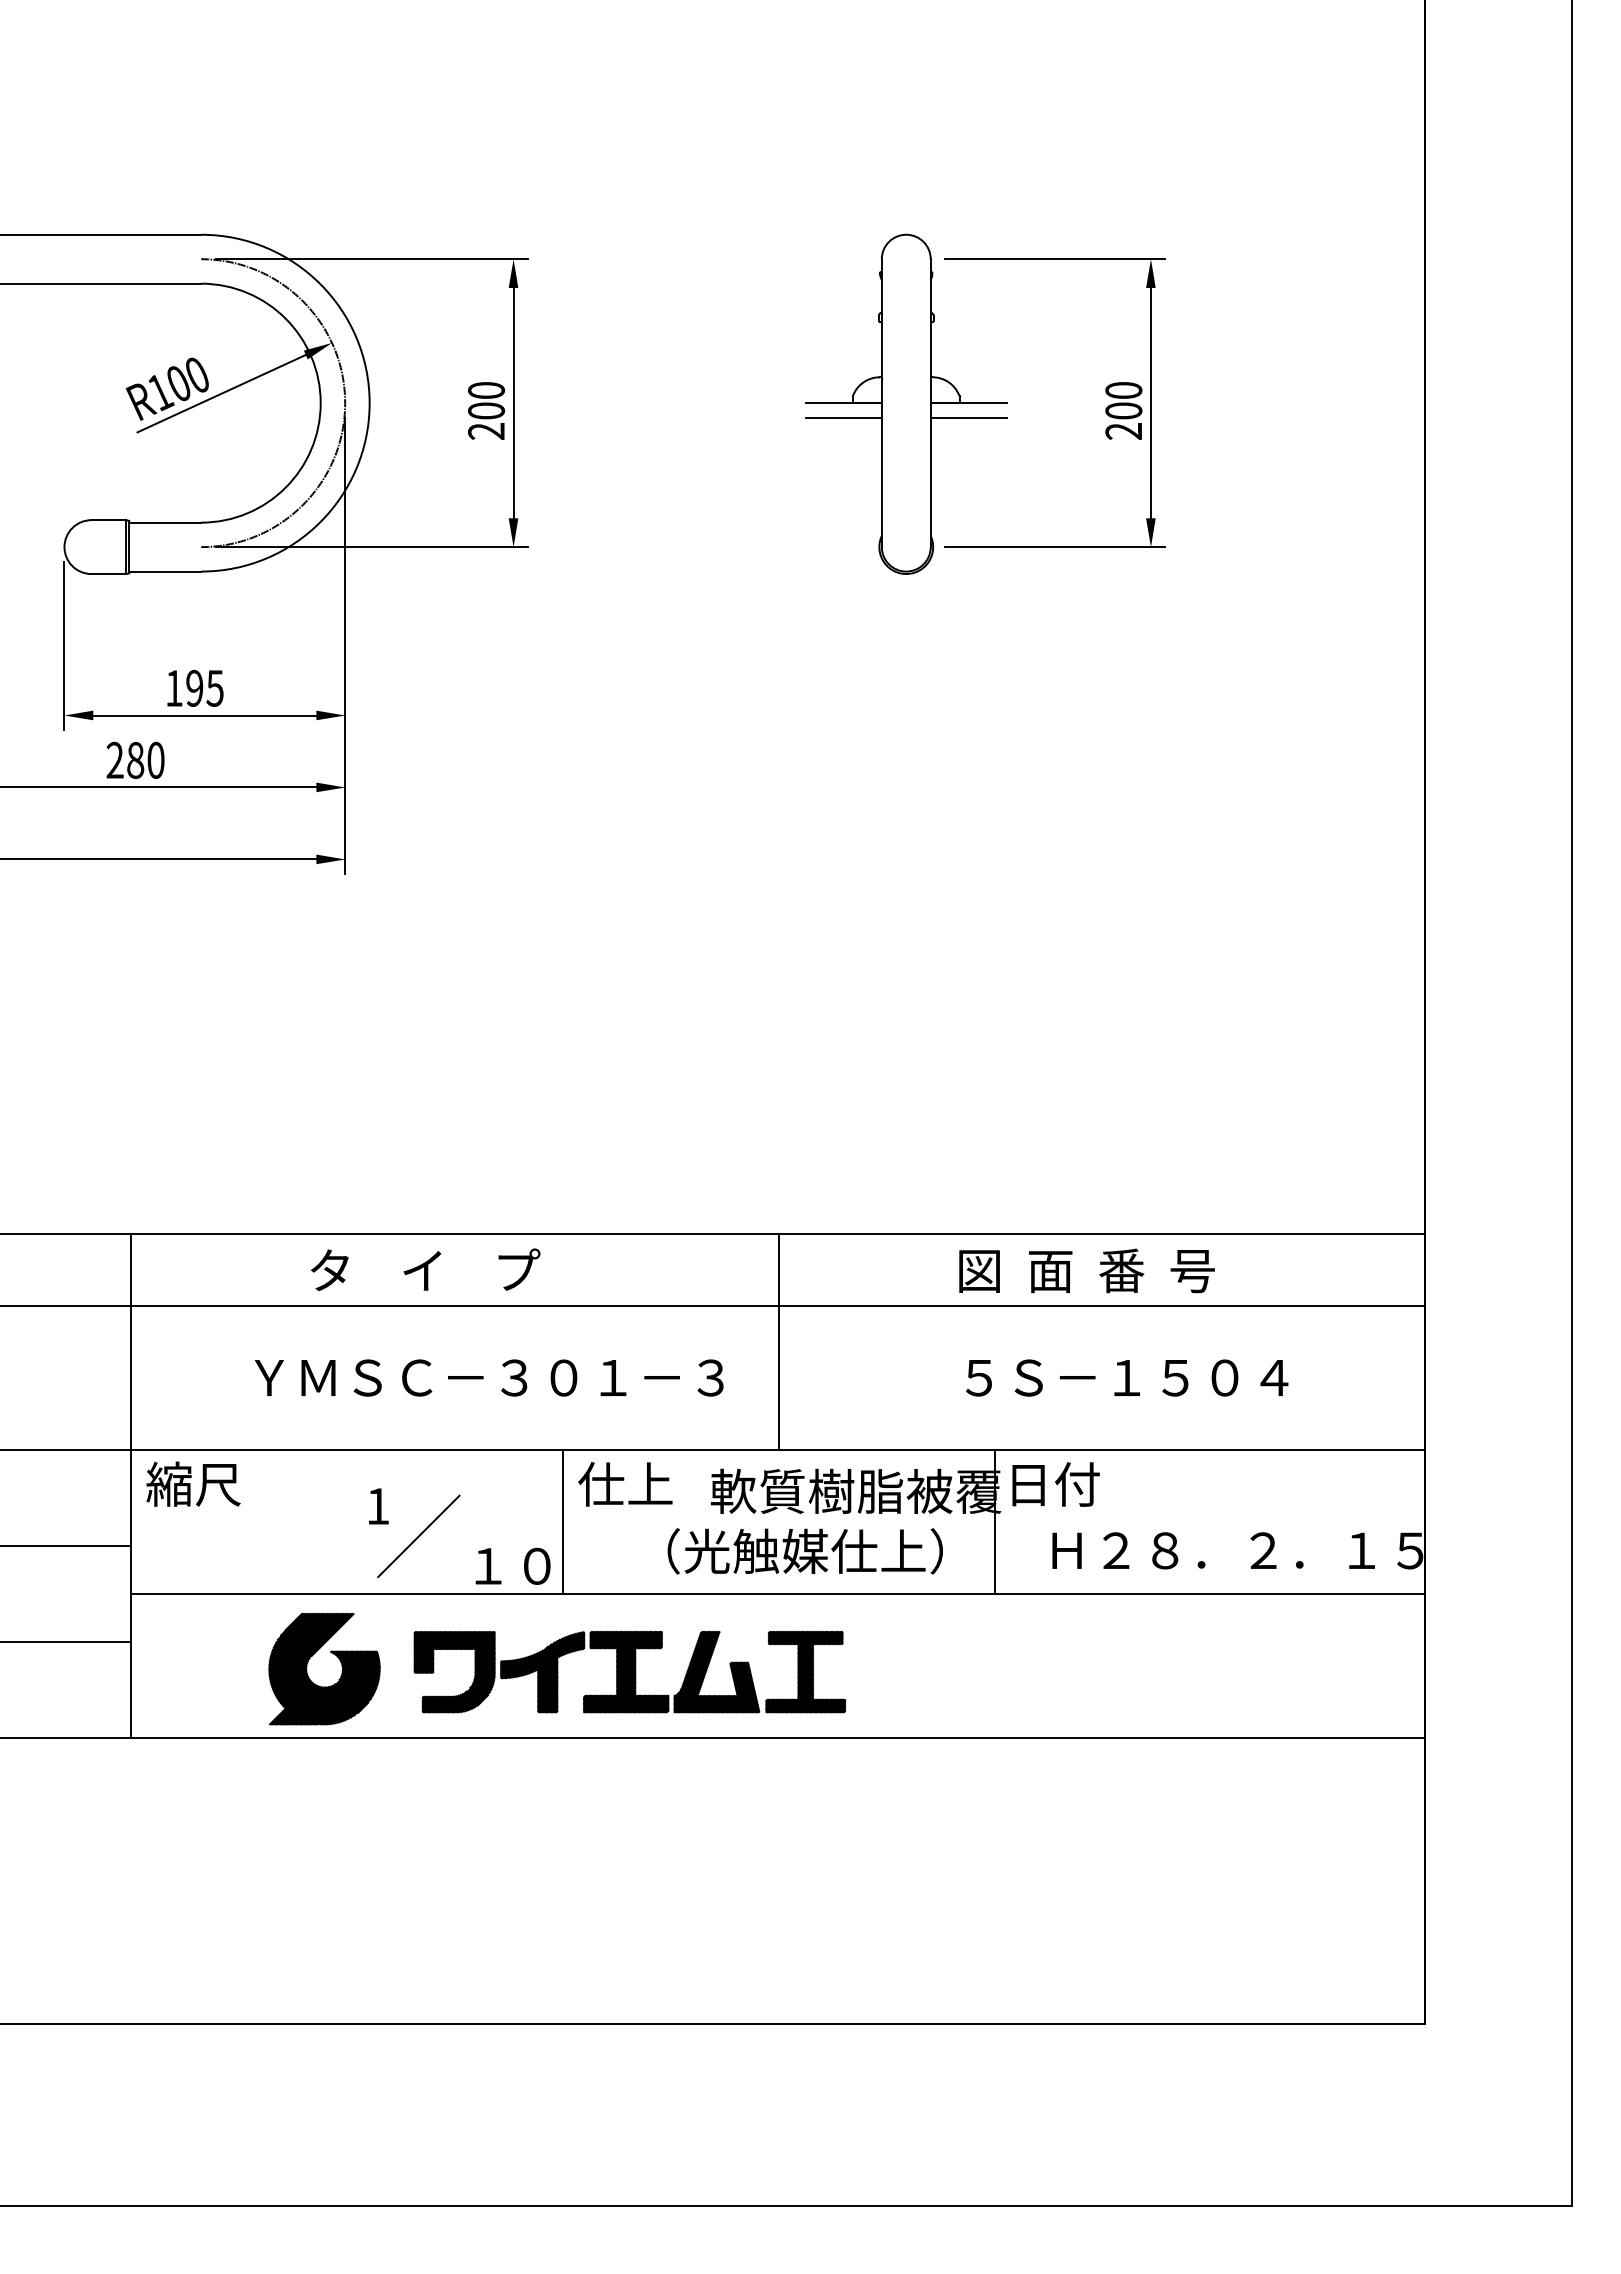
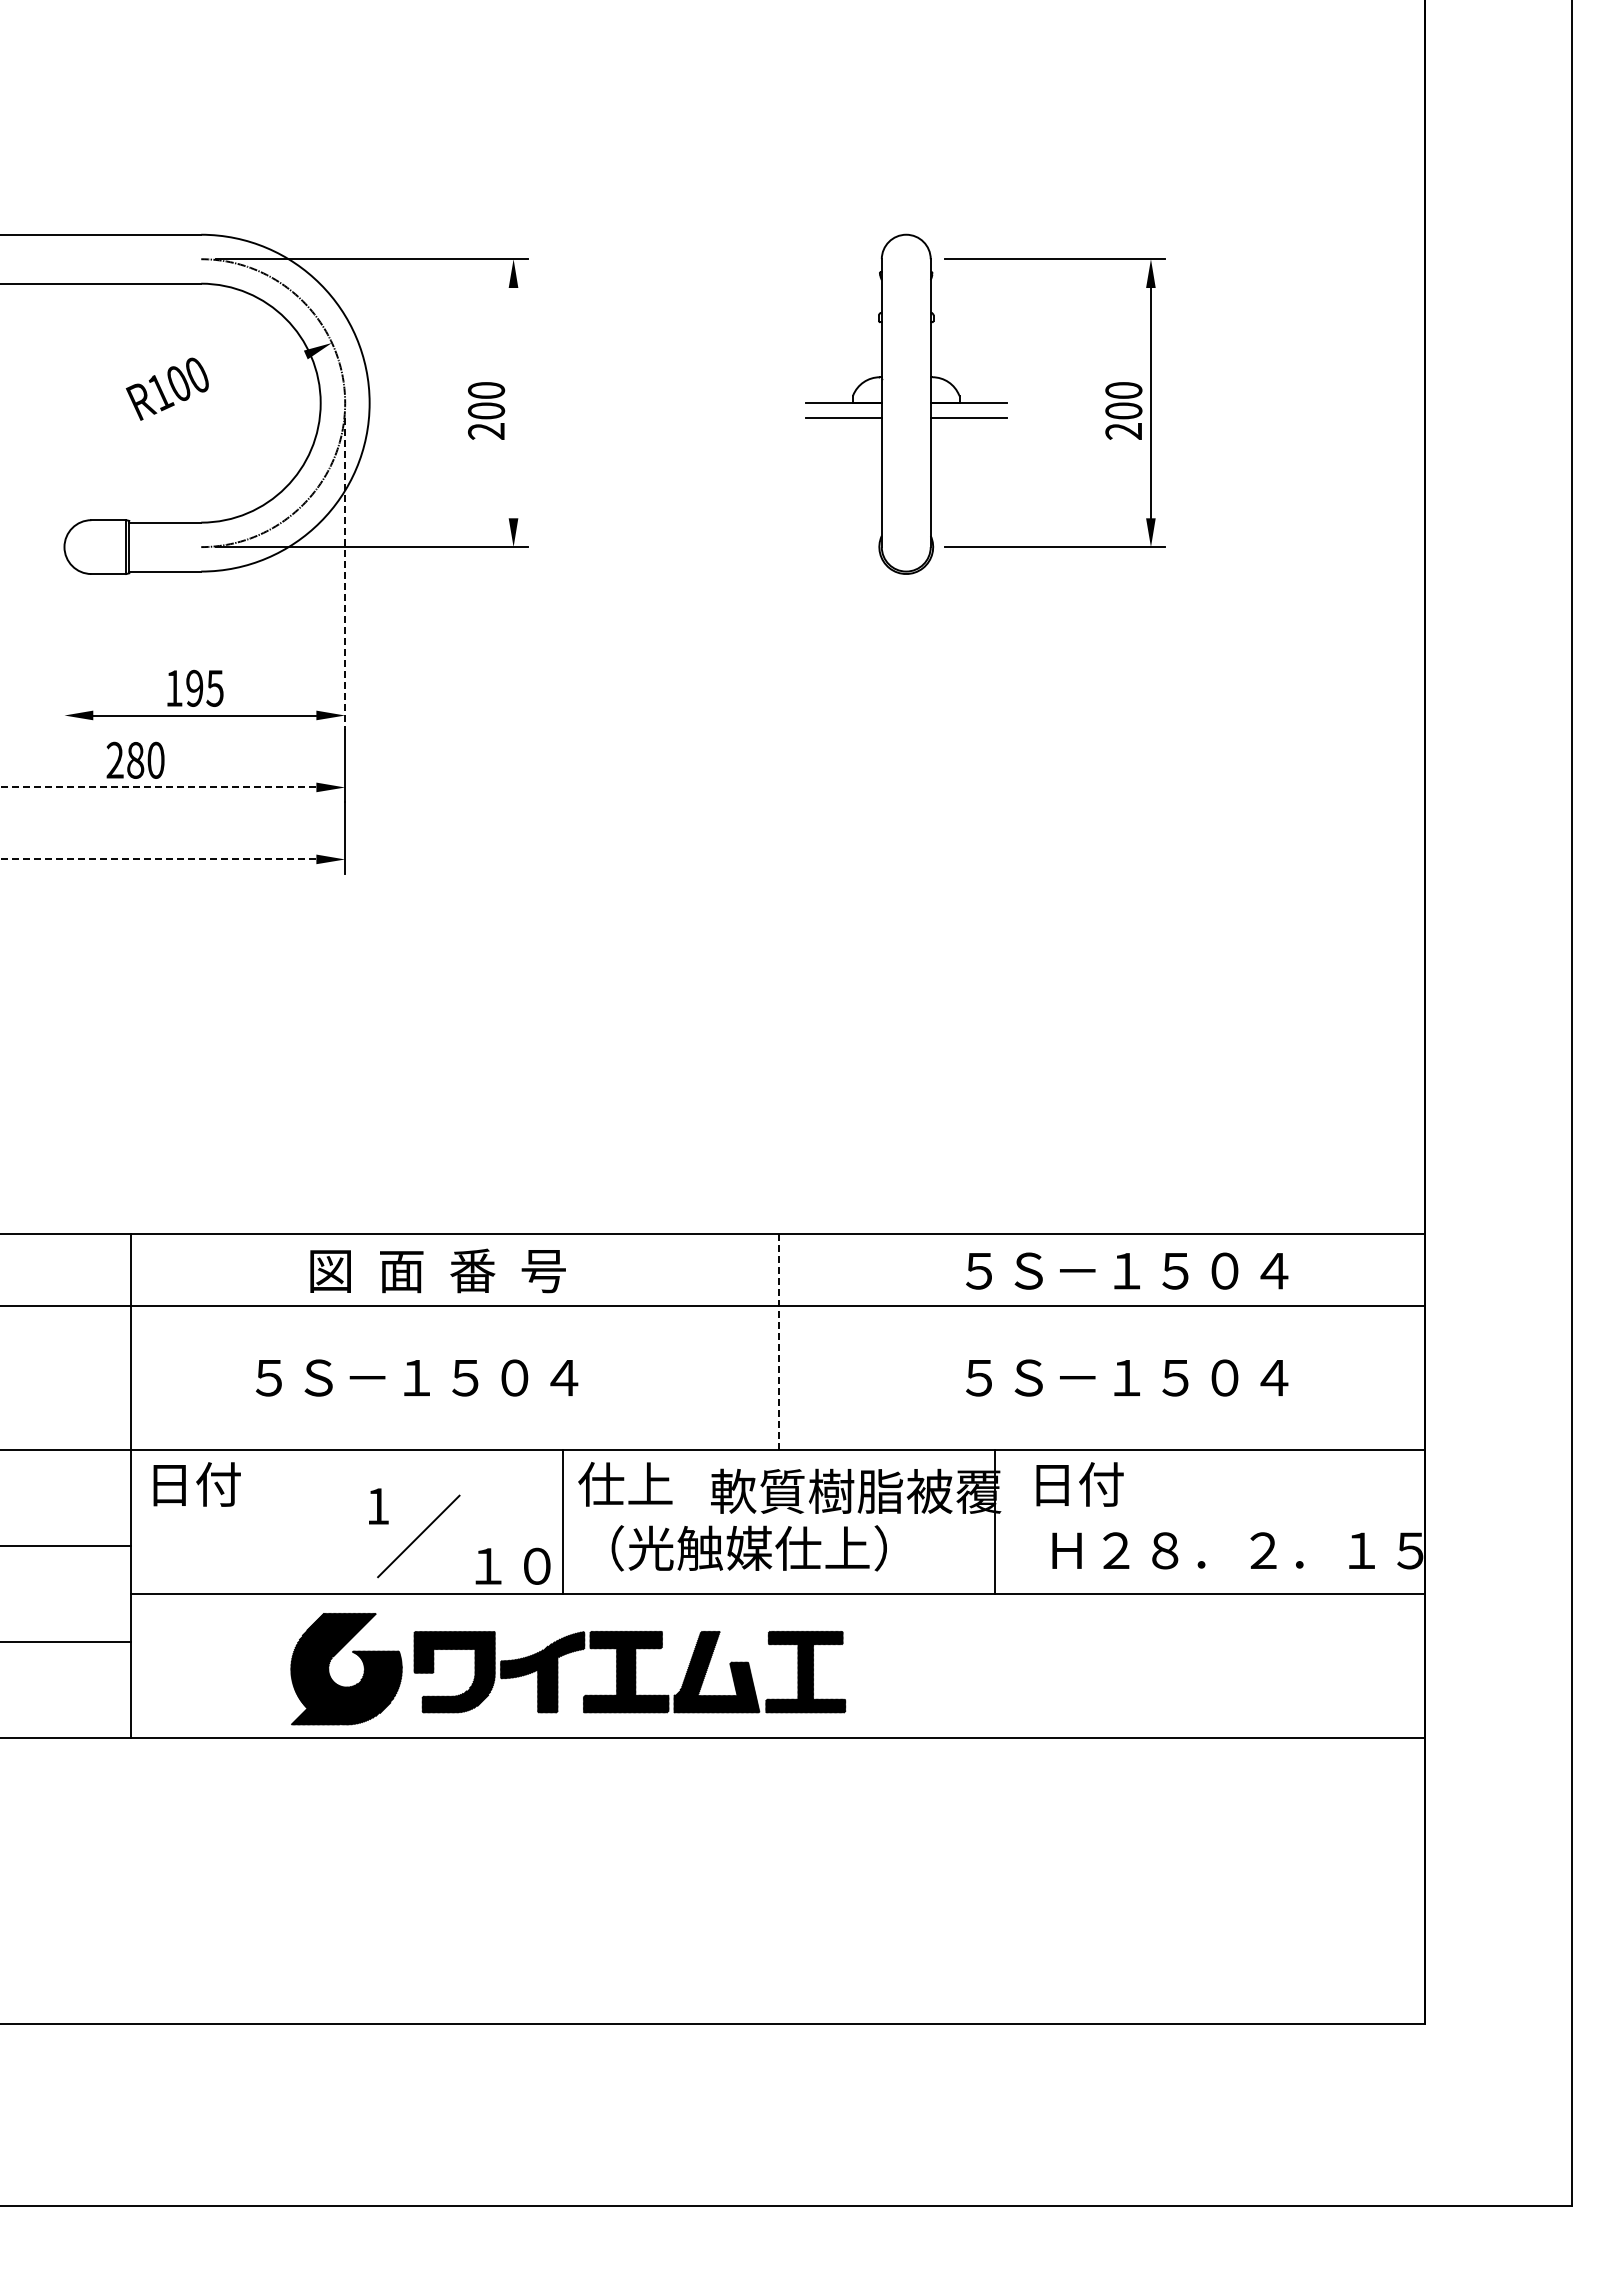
line at (221, 393): present -> none
line at (513, 403): present -> none
line at (345, 574): solid -> dashed
line at (64, 645): present -> none
line at (158, 787): solid -> dashed
line at (158, 859): solid -> dashed
text at (437, 1270): タ    イ    プ -> 図  面  番  号
text at (1123, 1270): 図  面  番  号 -> ５Ｓ－１５０４
line at (778, 1342): solid -> dashed
text at (488, 1377): ＹＭＳＣ－３０１－３ -> ５Ｓ－１５０４
text at (193, 1483): 縮尺 -> 日付
text at (1055, 1484) position: (1055, 1484) -> (1079, 1484)
text at (804, 1551) position: (804, 1551) -> (748, 1548)
part at (319, 1685) position: (319, 1685) -> (341, 1685)
